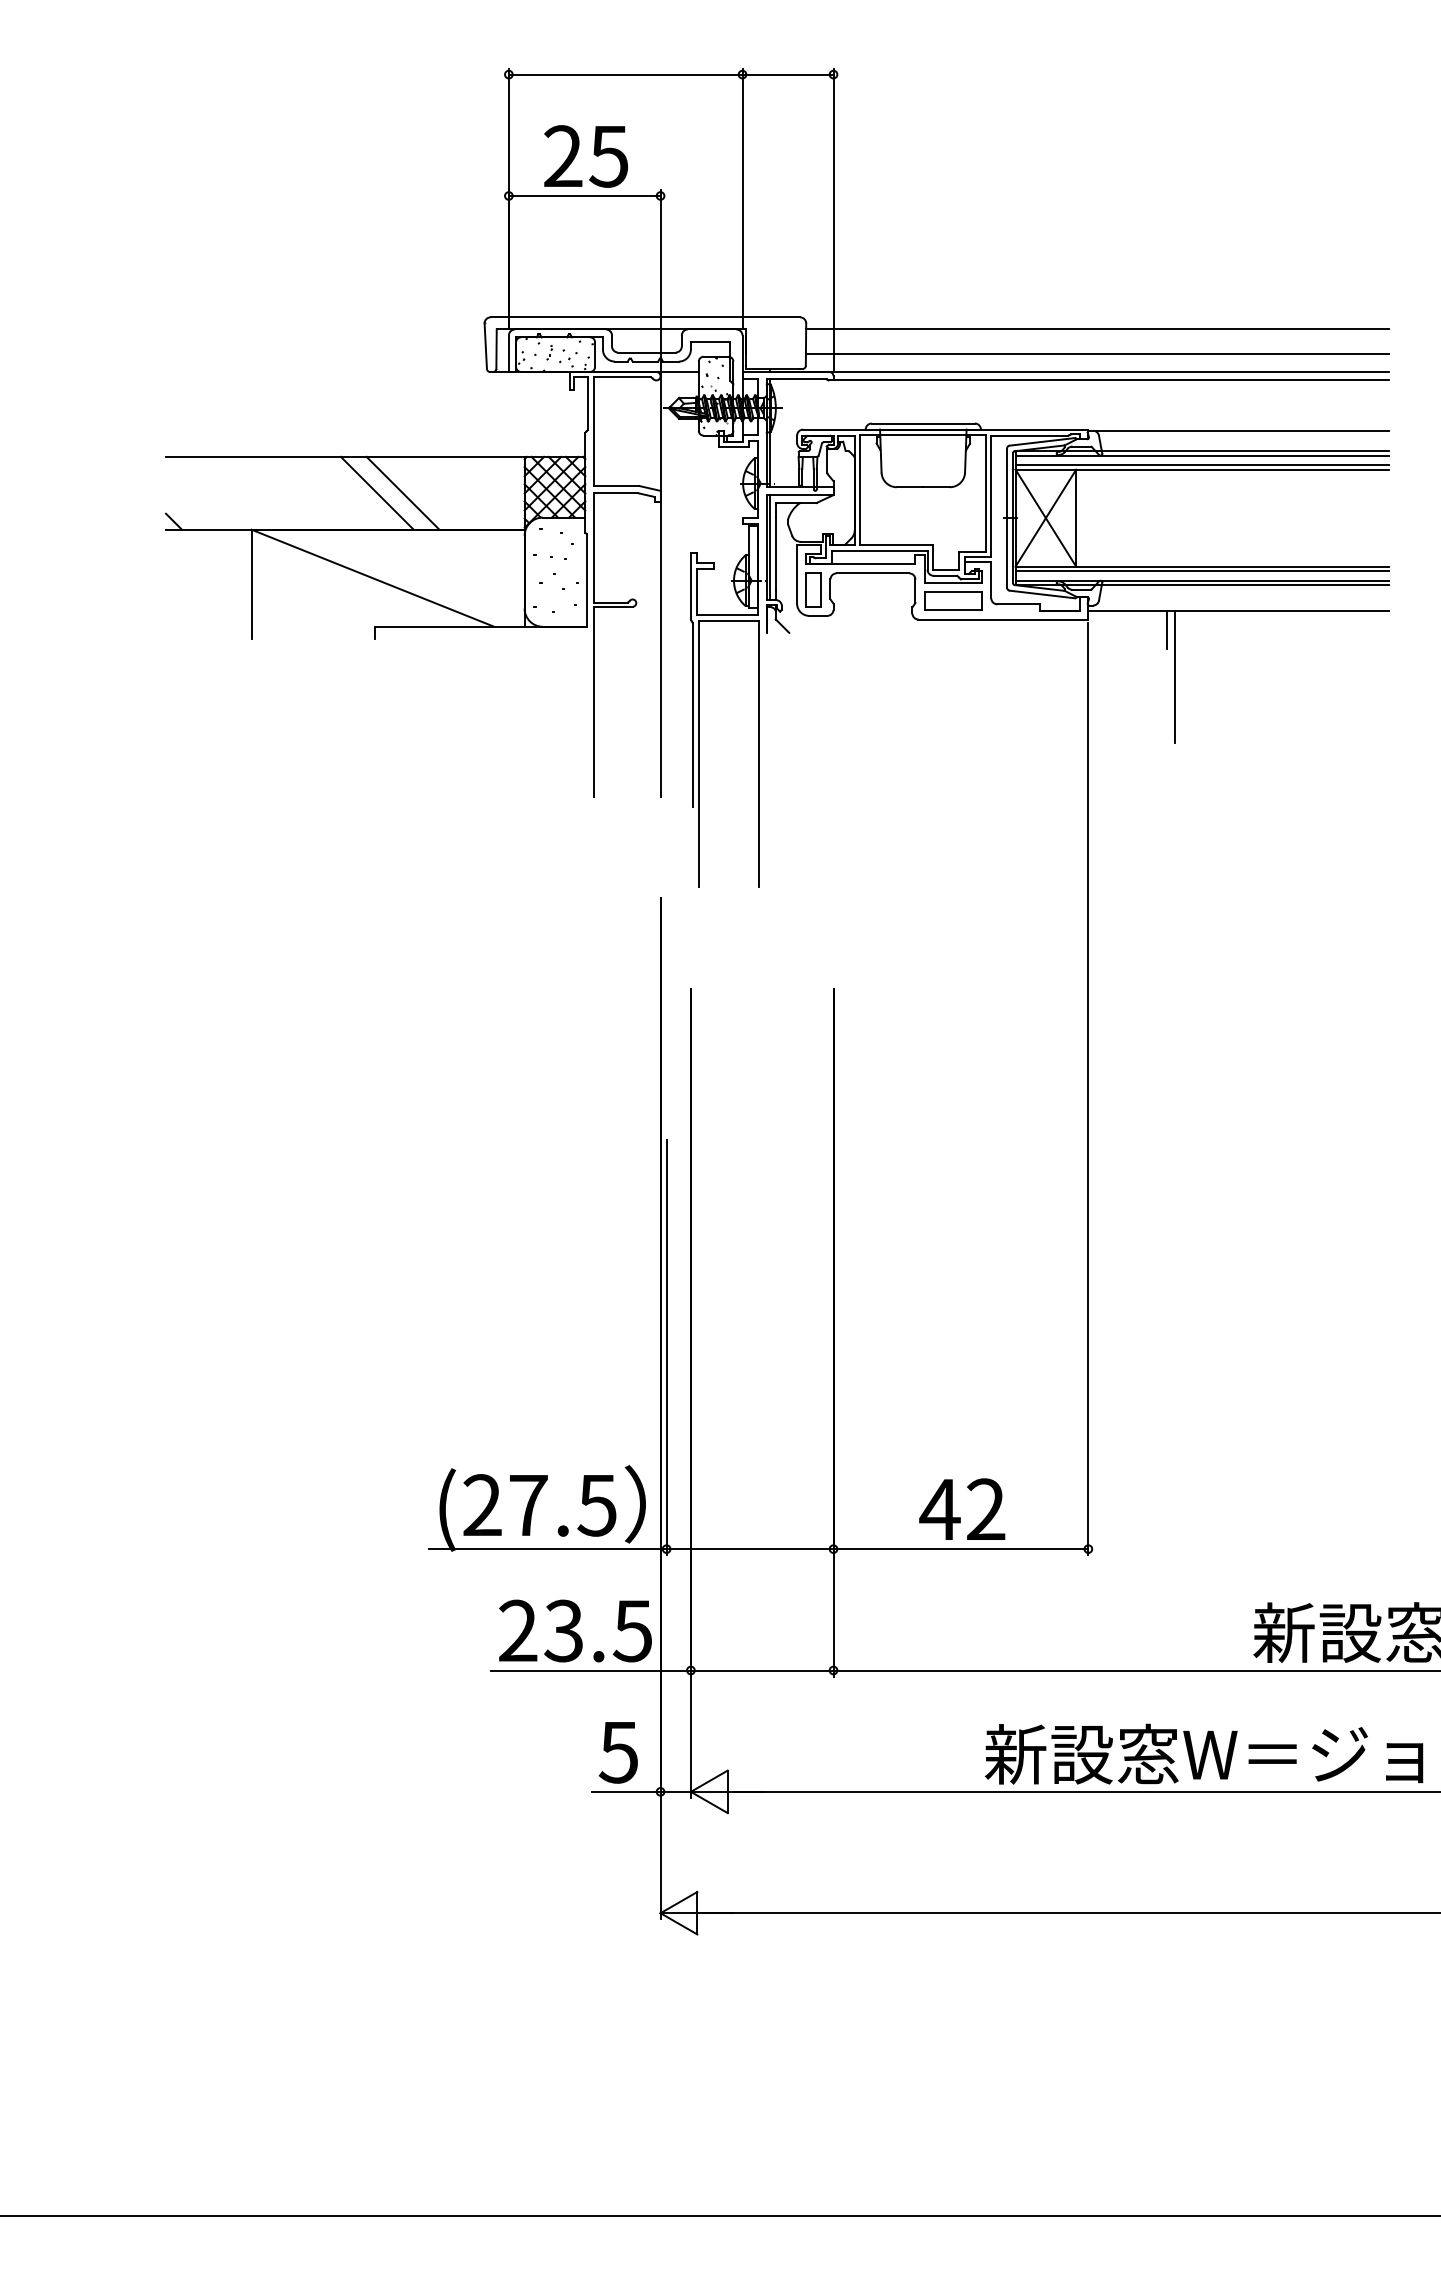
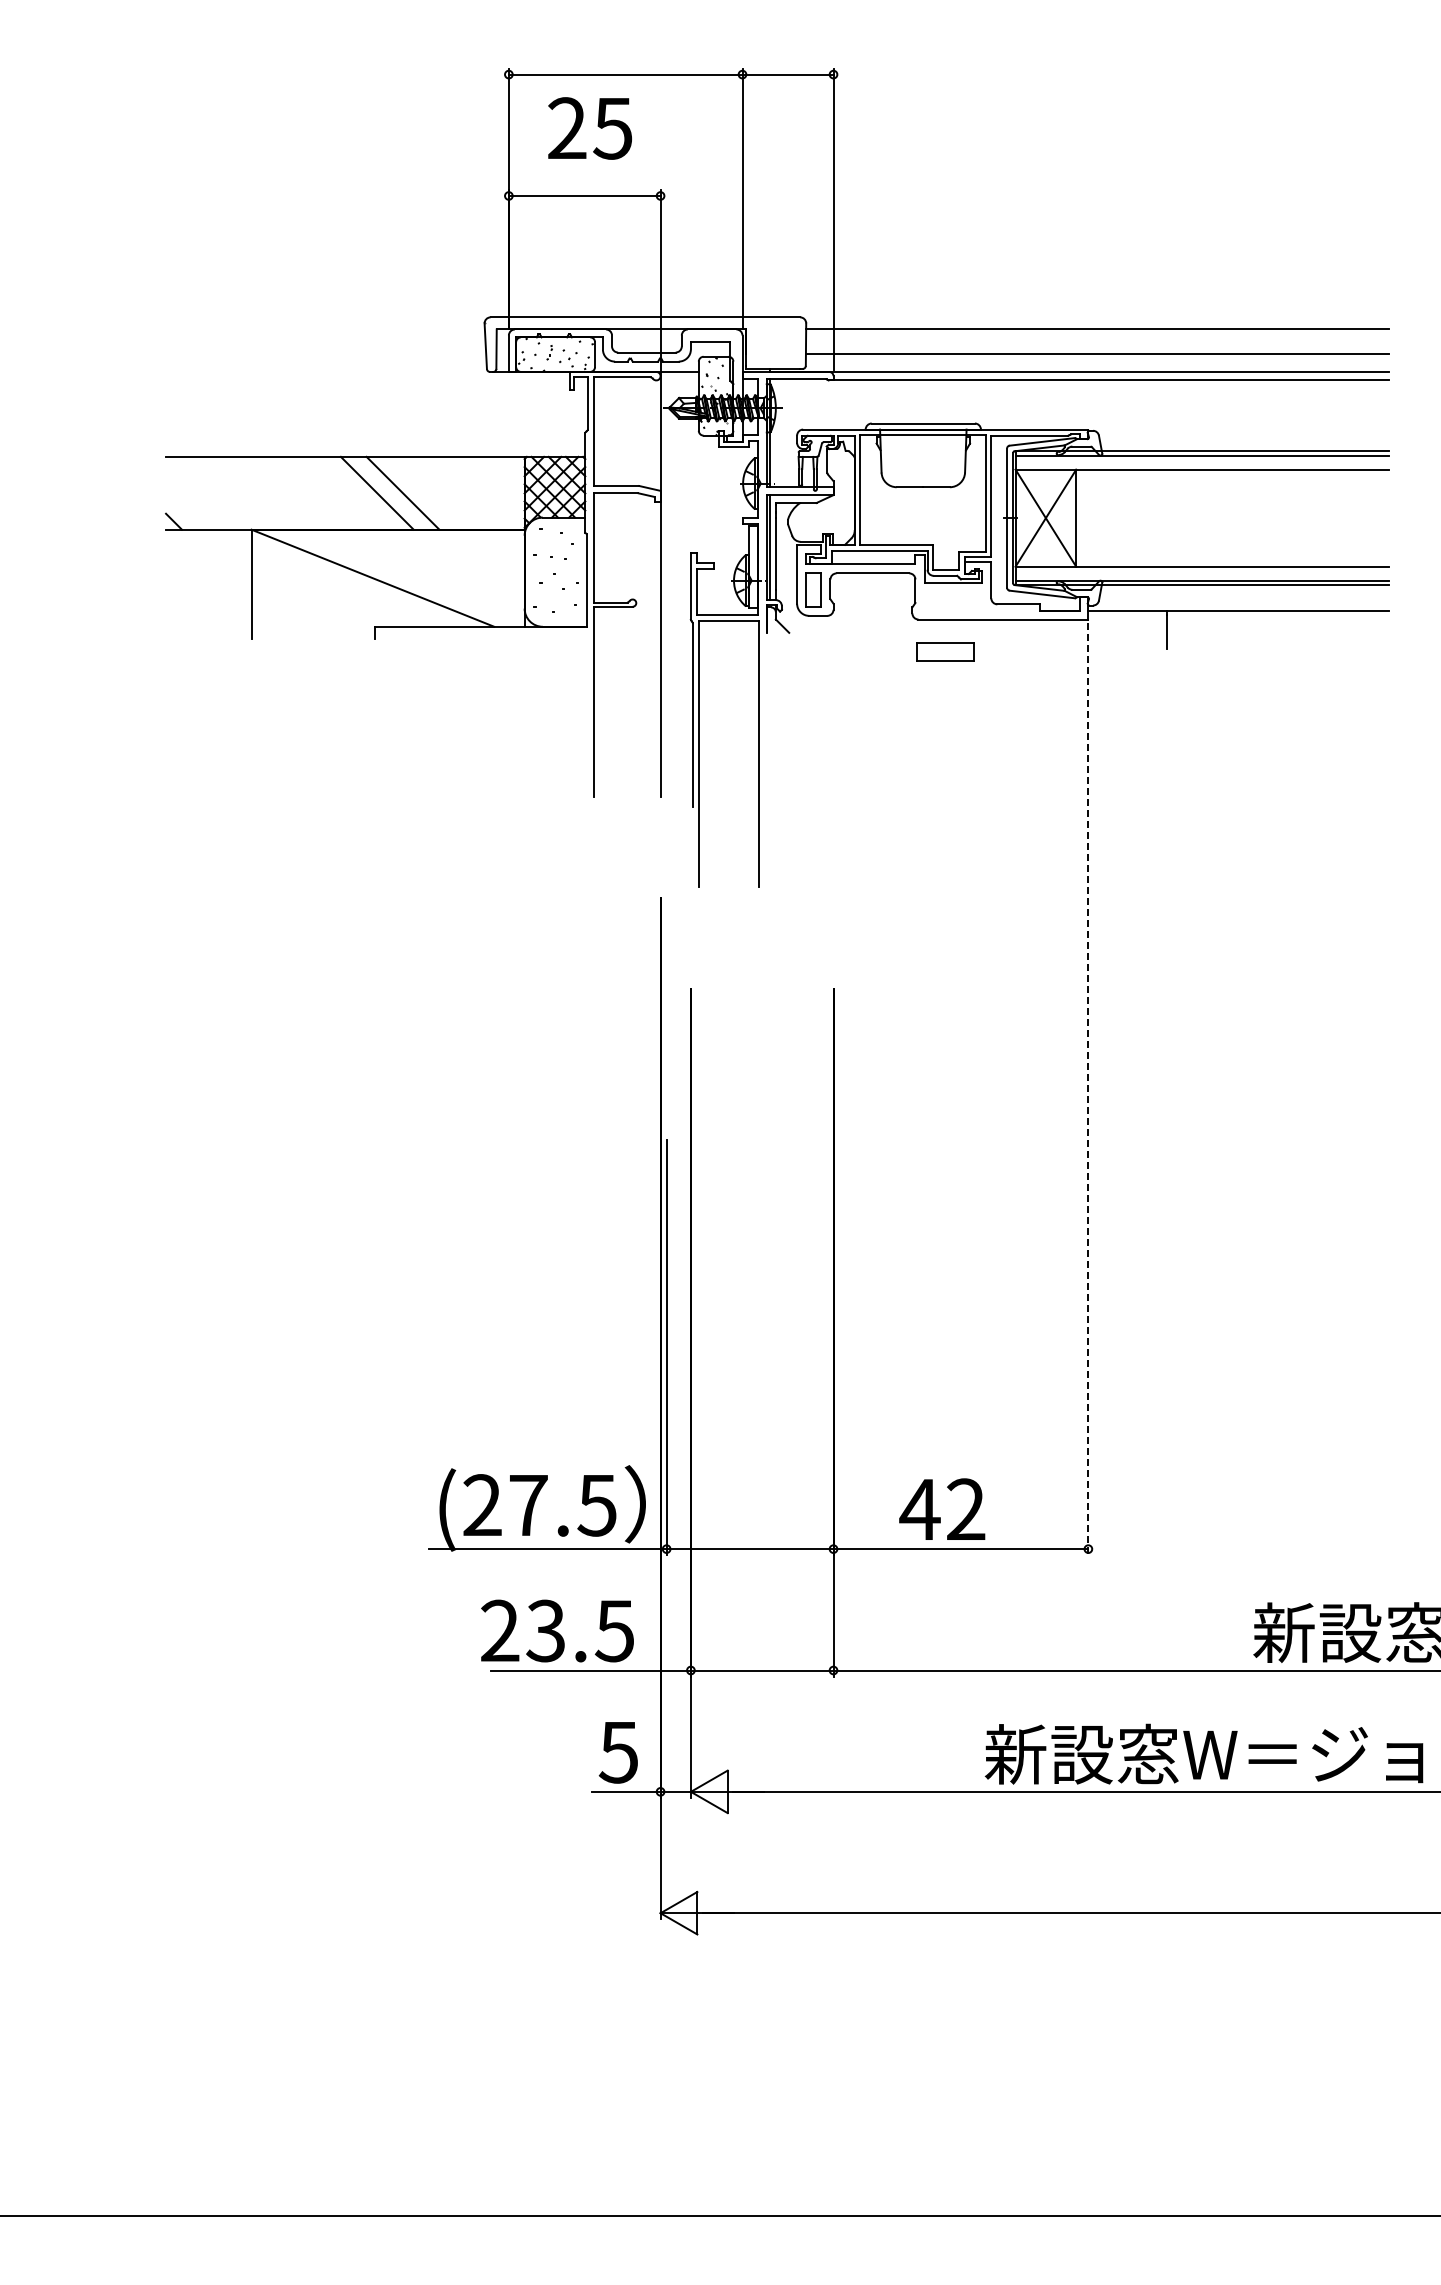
text at (585, 156) position: (585, 156) -> (589, 128)
line at (1241, 431): present -> none
line at (1201, 465): present -> none
line at (1201, 570): present -> none
part at (953, 600) position: (953, 600) -> (945, 651)
line at (1174, 676): present -> none
line at (1088, 1089): solid -> dashed
text at (962, 1508) position: (962, 1508) -> (942, 1508)
text at (575, 1630) position: (575, 1630) -> (557, 1630)
